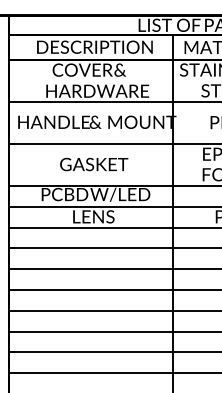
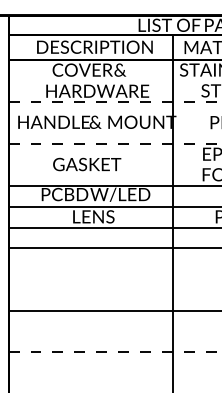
line at (115, 101): solid -> dashed
line at (115, 143): solid -> dashed
text at (94, 164) position: (94, 164) -> (87, 164)
line at (113, 269): present -> none
line at (113, 289): present -> none
line at (113, 331): present -> none
line at (115, 352): solid -> dashed
line at (113, 373): present -> none
